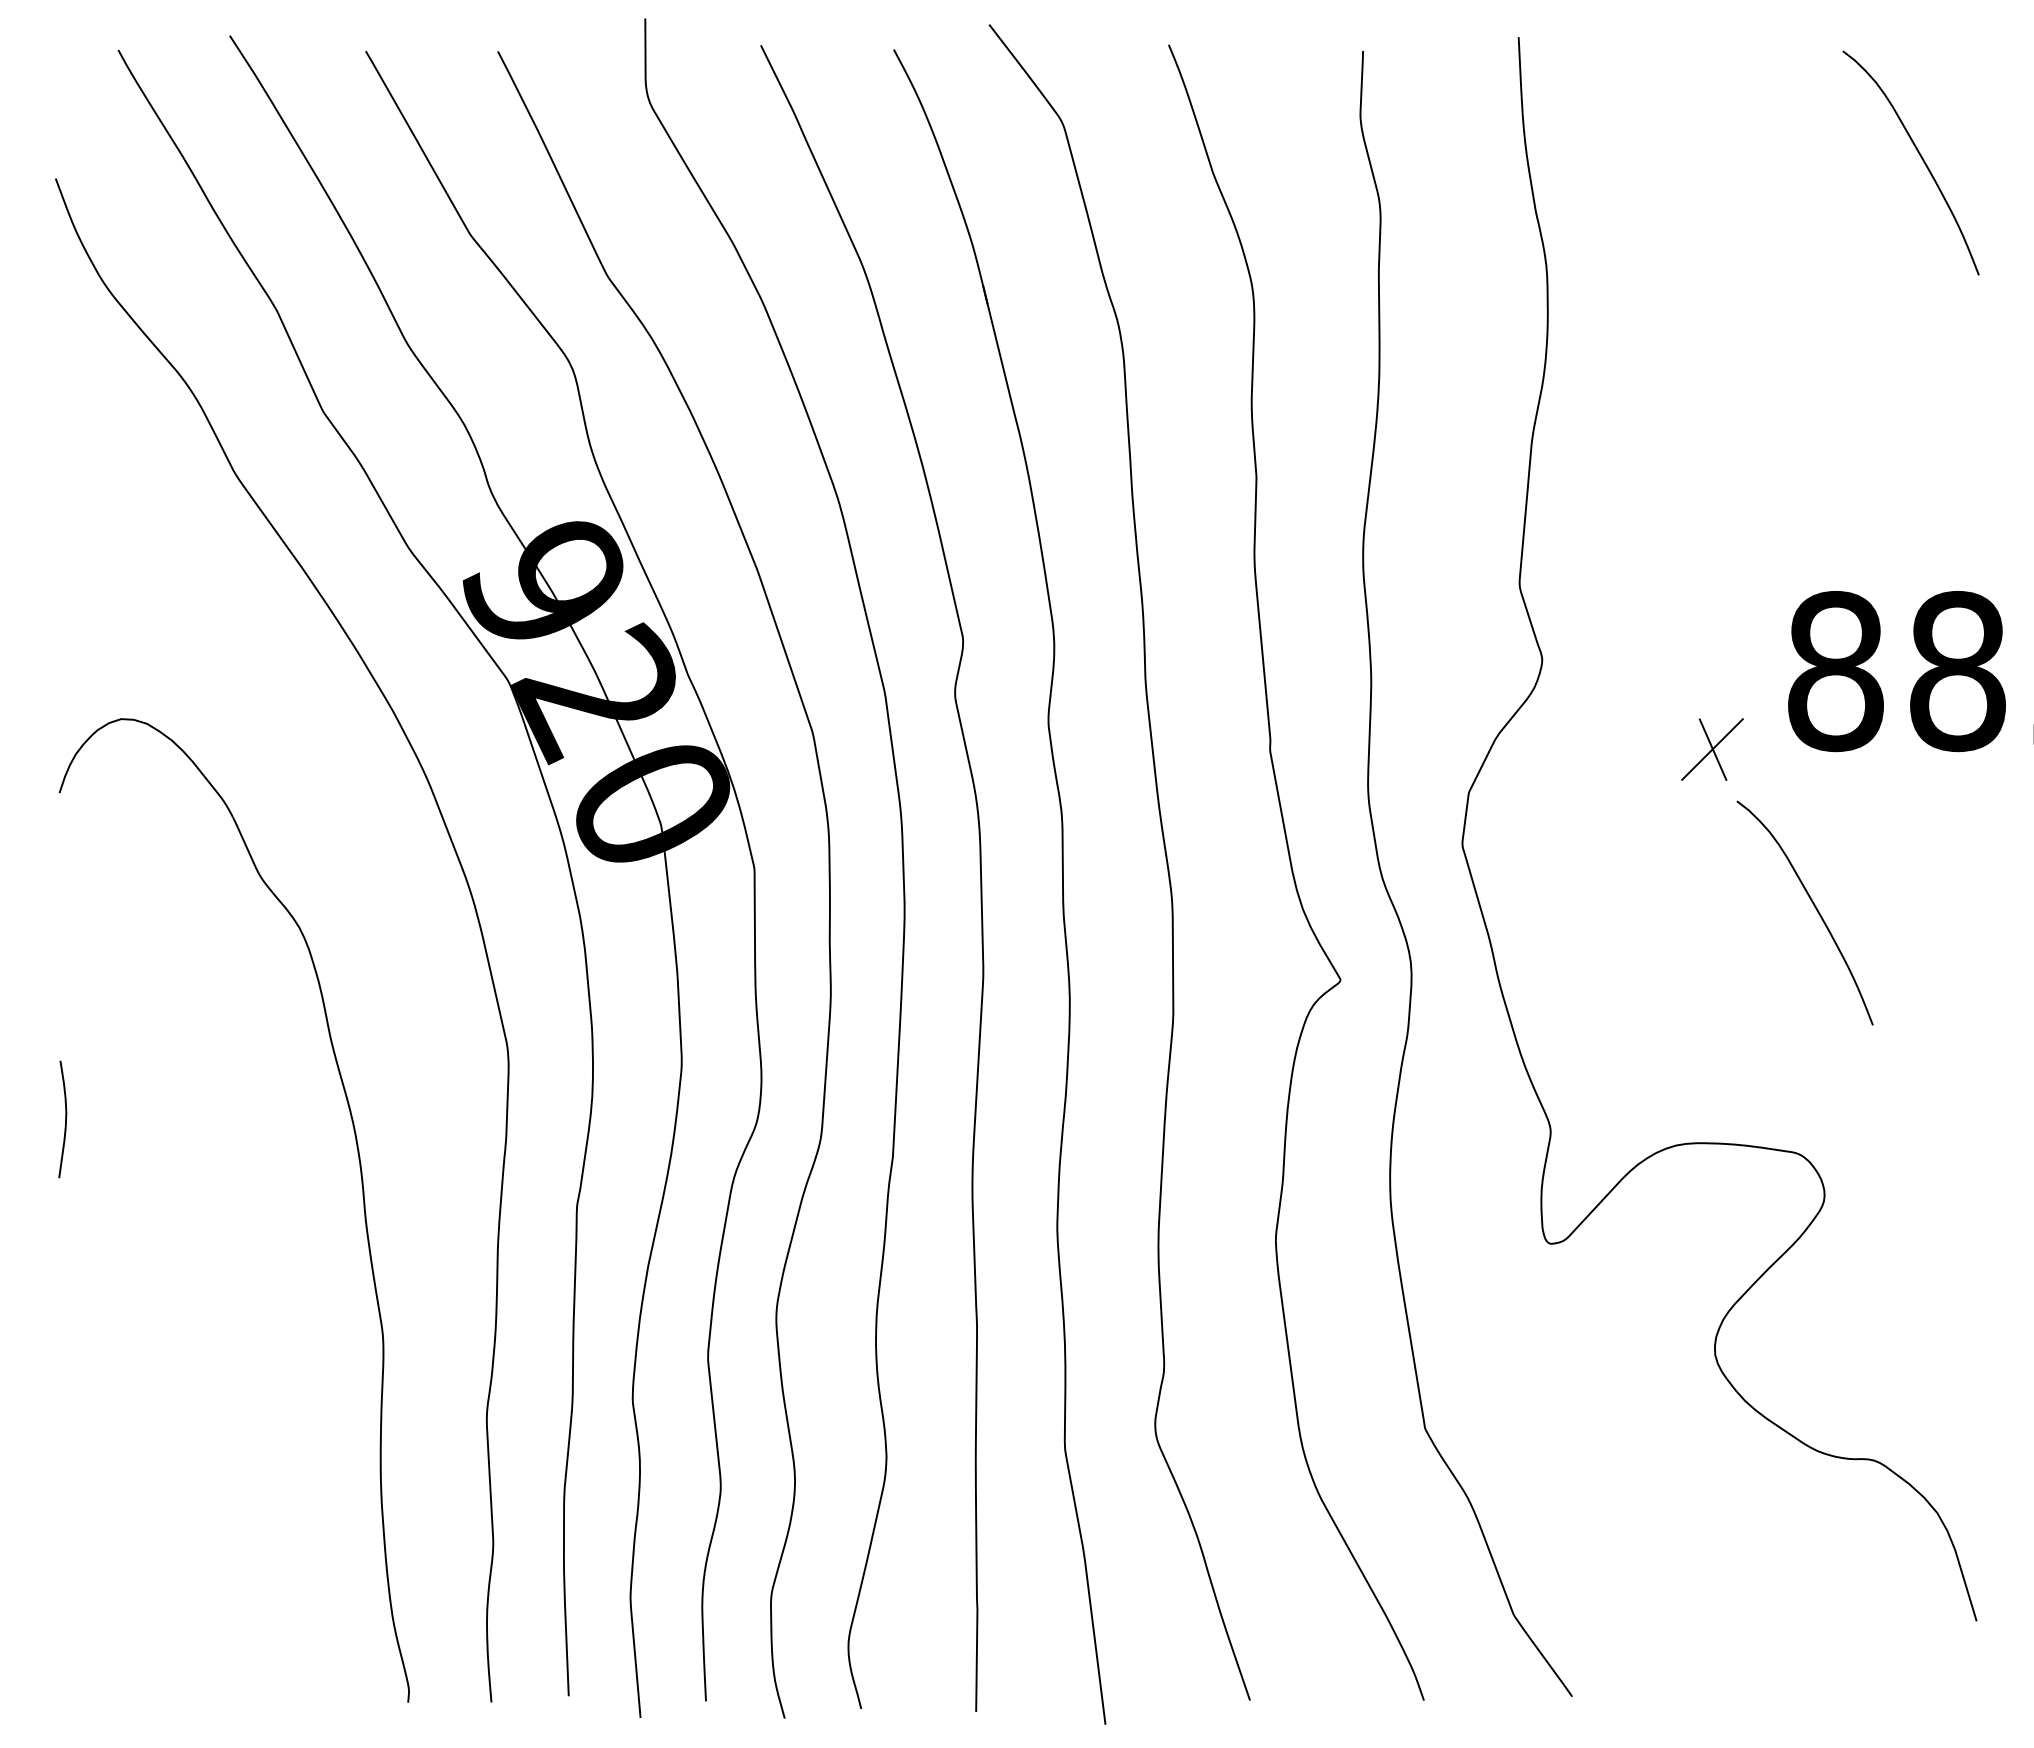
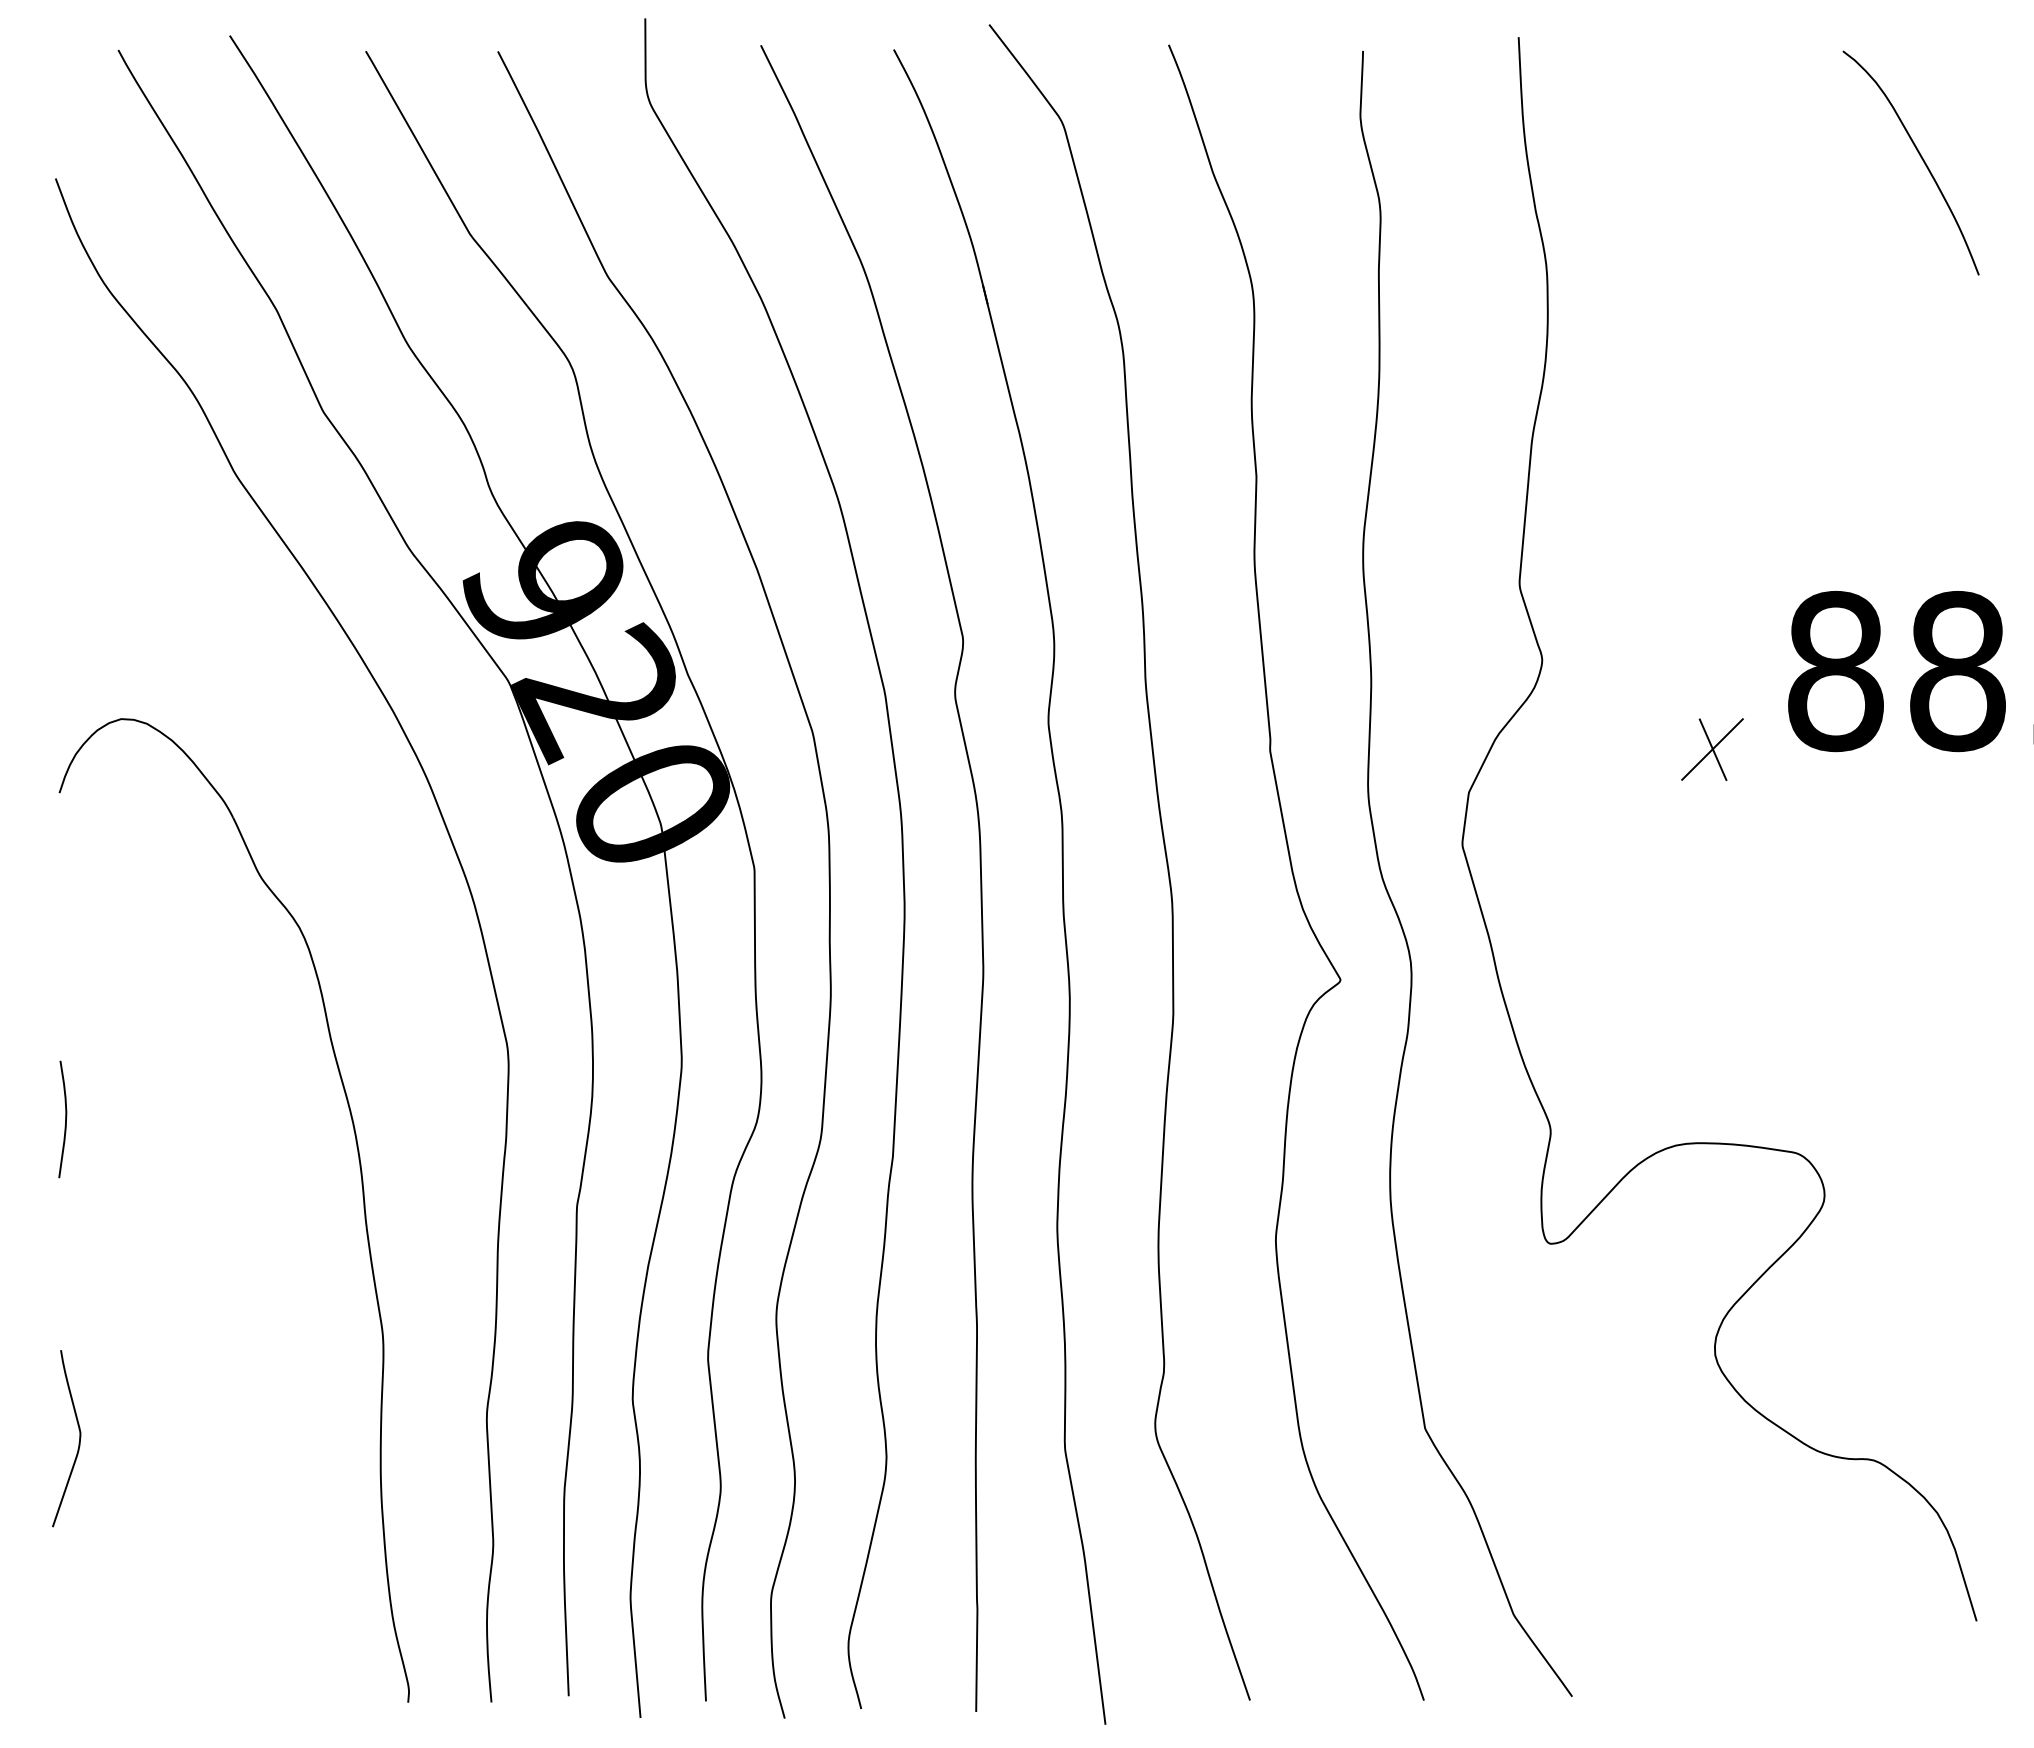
curve at (1814, 907): present -> none
curve at (78, 1442): none -> present
